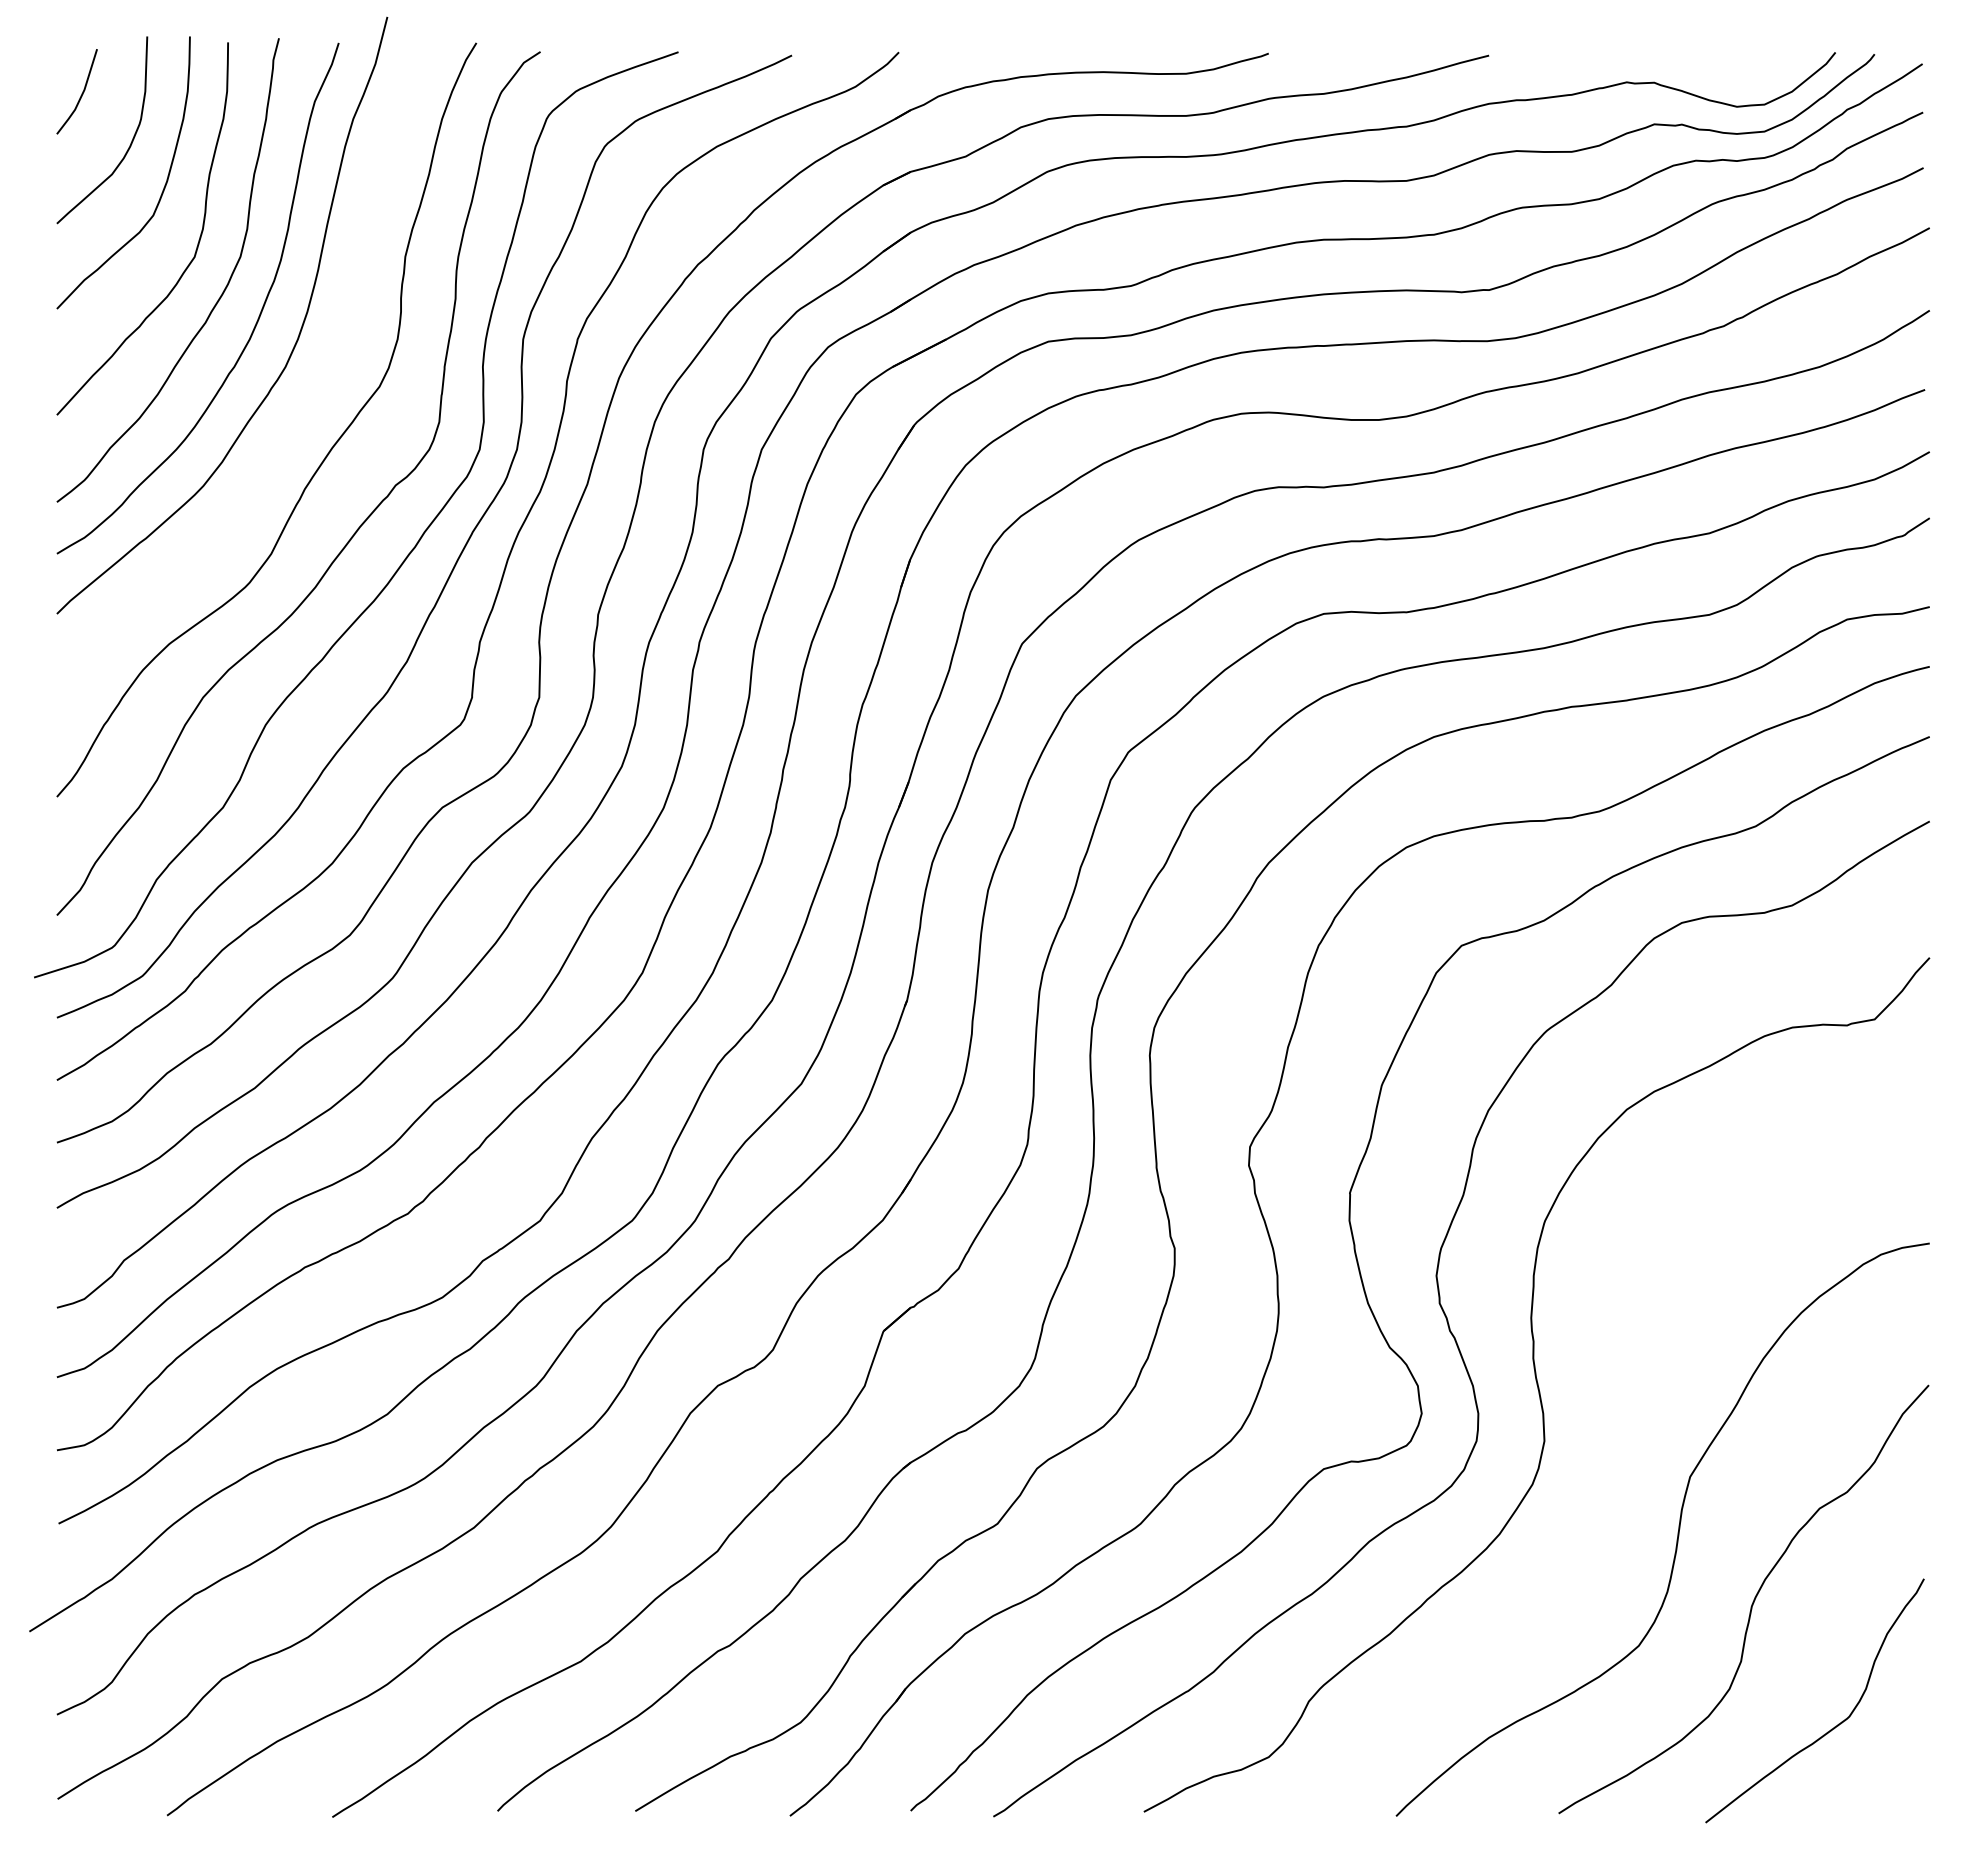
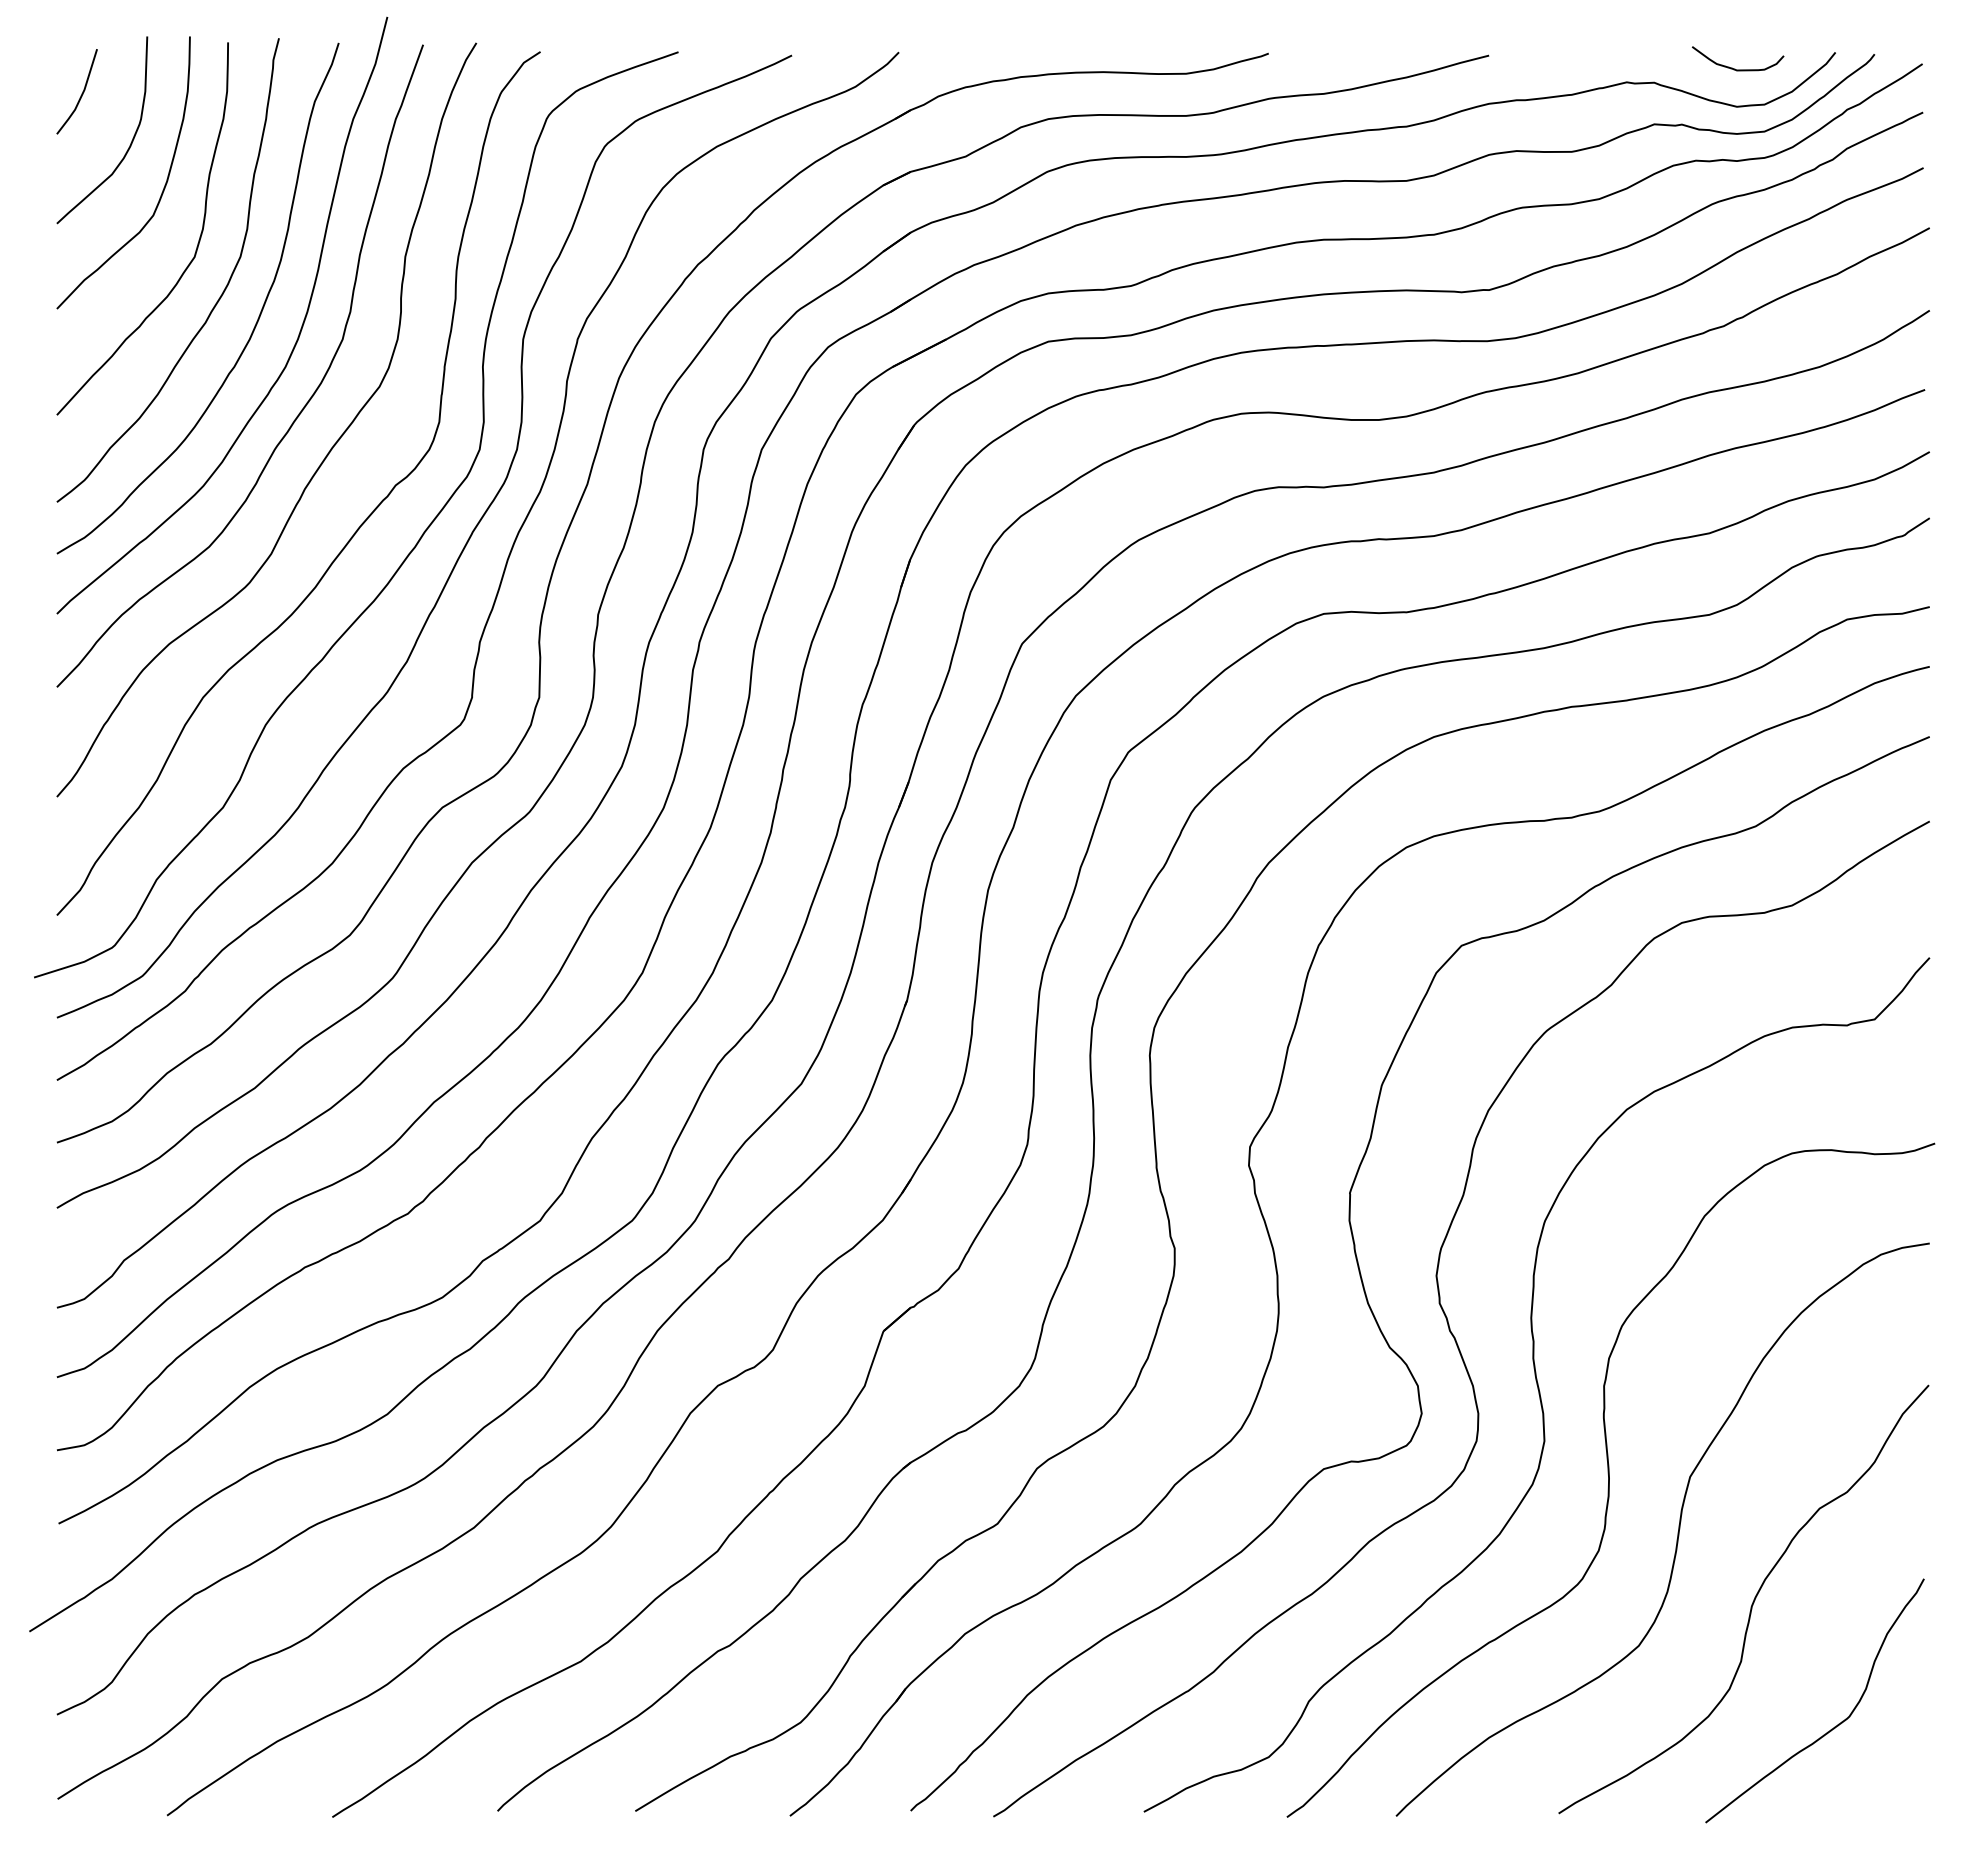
curve at (1735, 68): none -> present
curve at (303, 406): none -> present
curve at (1609, 1479): none -> present
